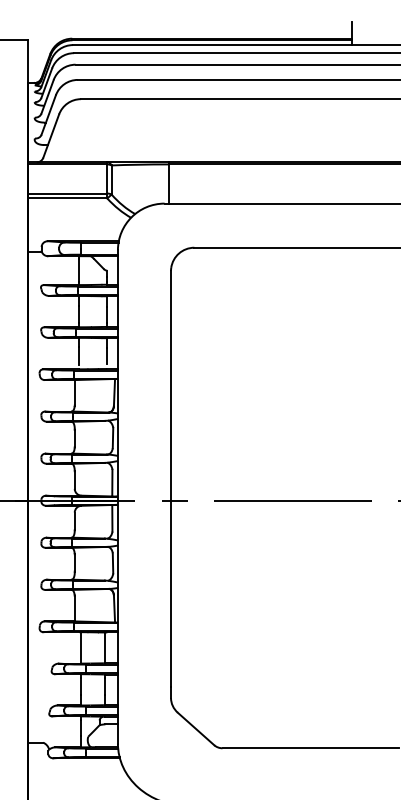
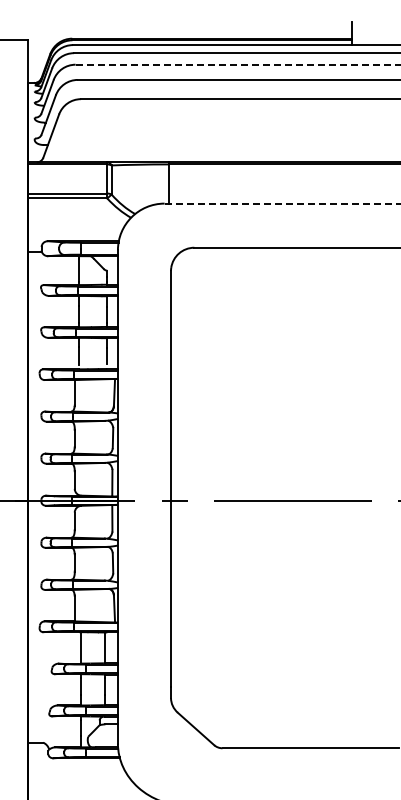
line at (238, 64): solid -> dashed
line at (282, 203): solid -> dashed
